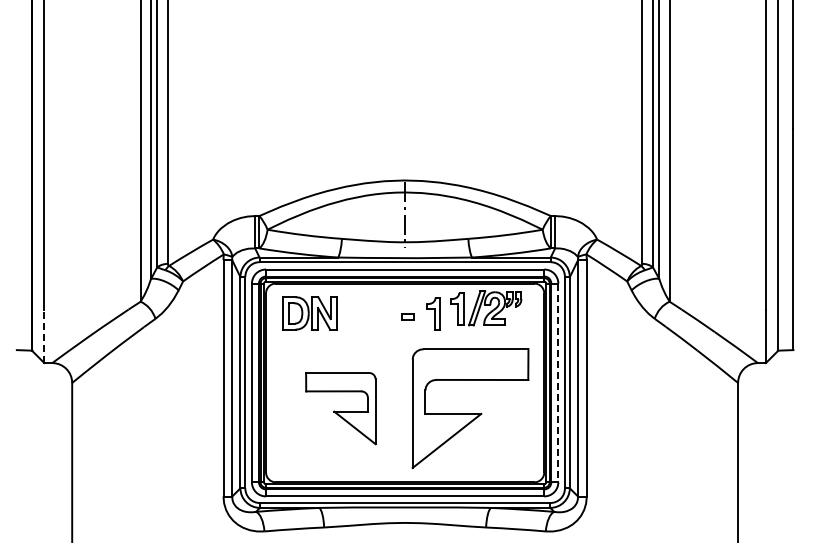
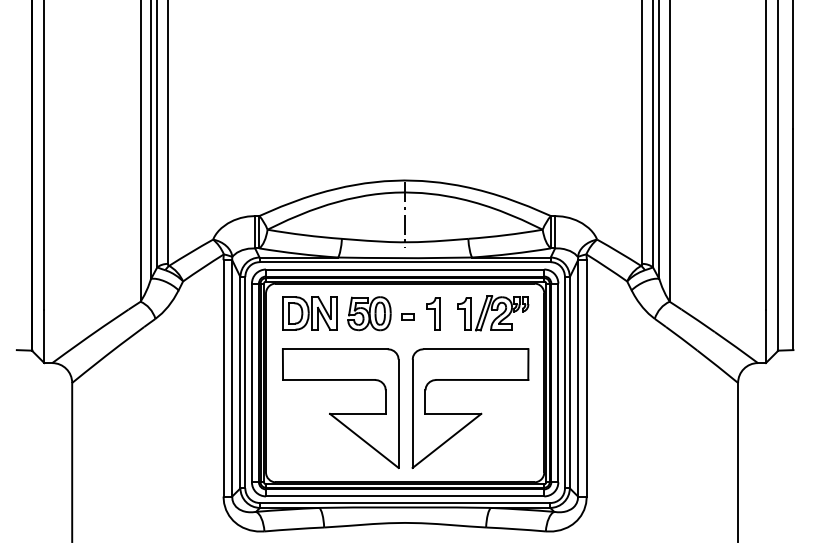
part at (486, 308) position: (486, 308) -> (493, 313)
part at (369, 313): none -> present
line at (44, 336): dashed -> solid
line at (558, 383): dashed -> solid
part at (340, 408) size: 72x74 px -> 118x121 px
